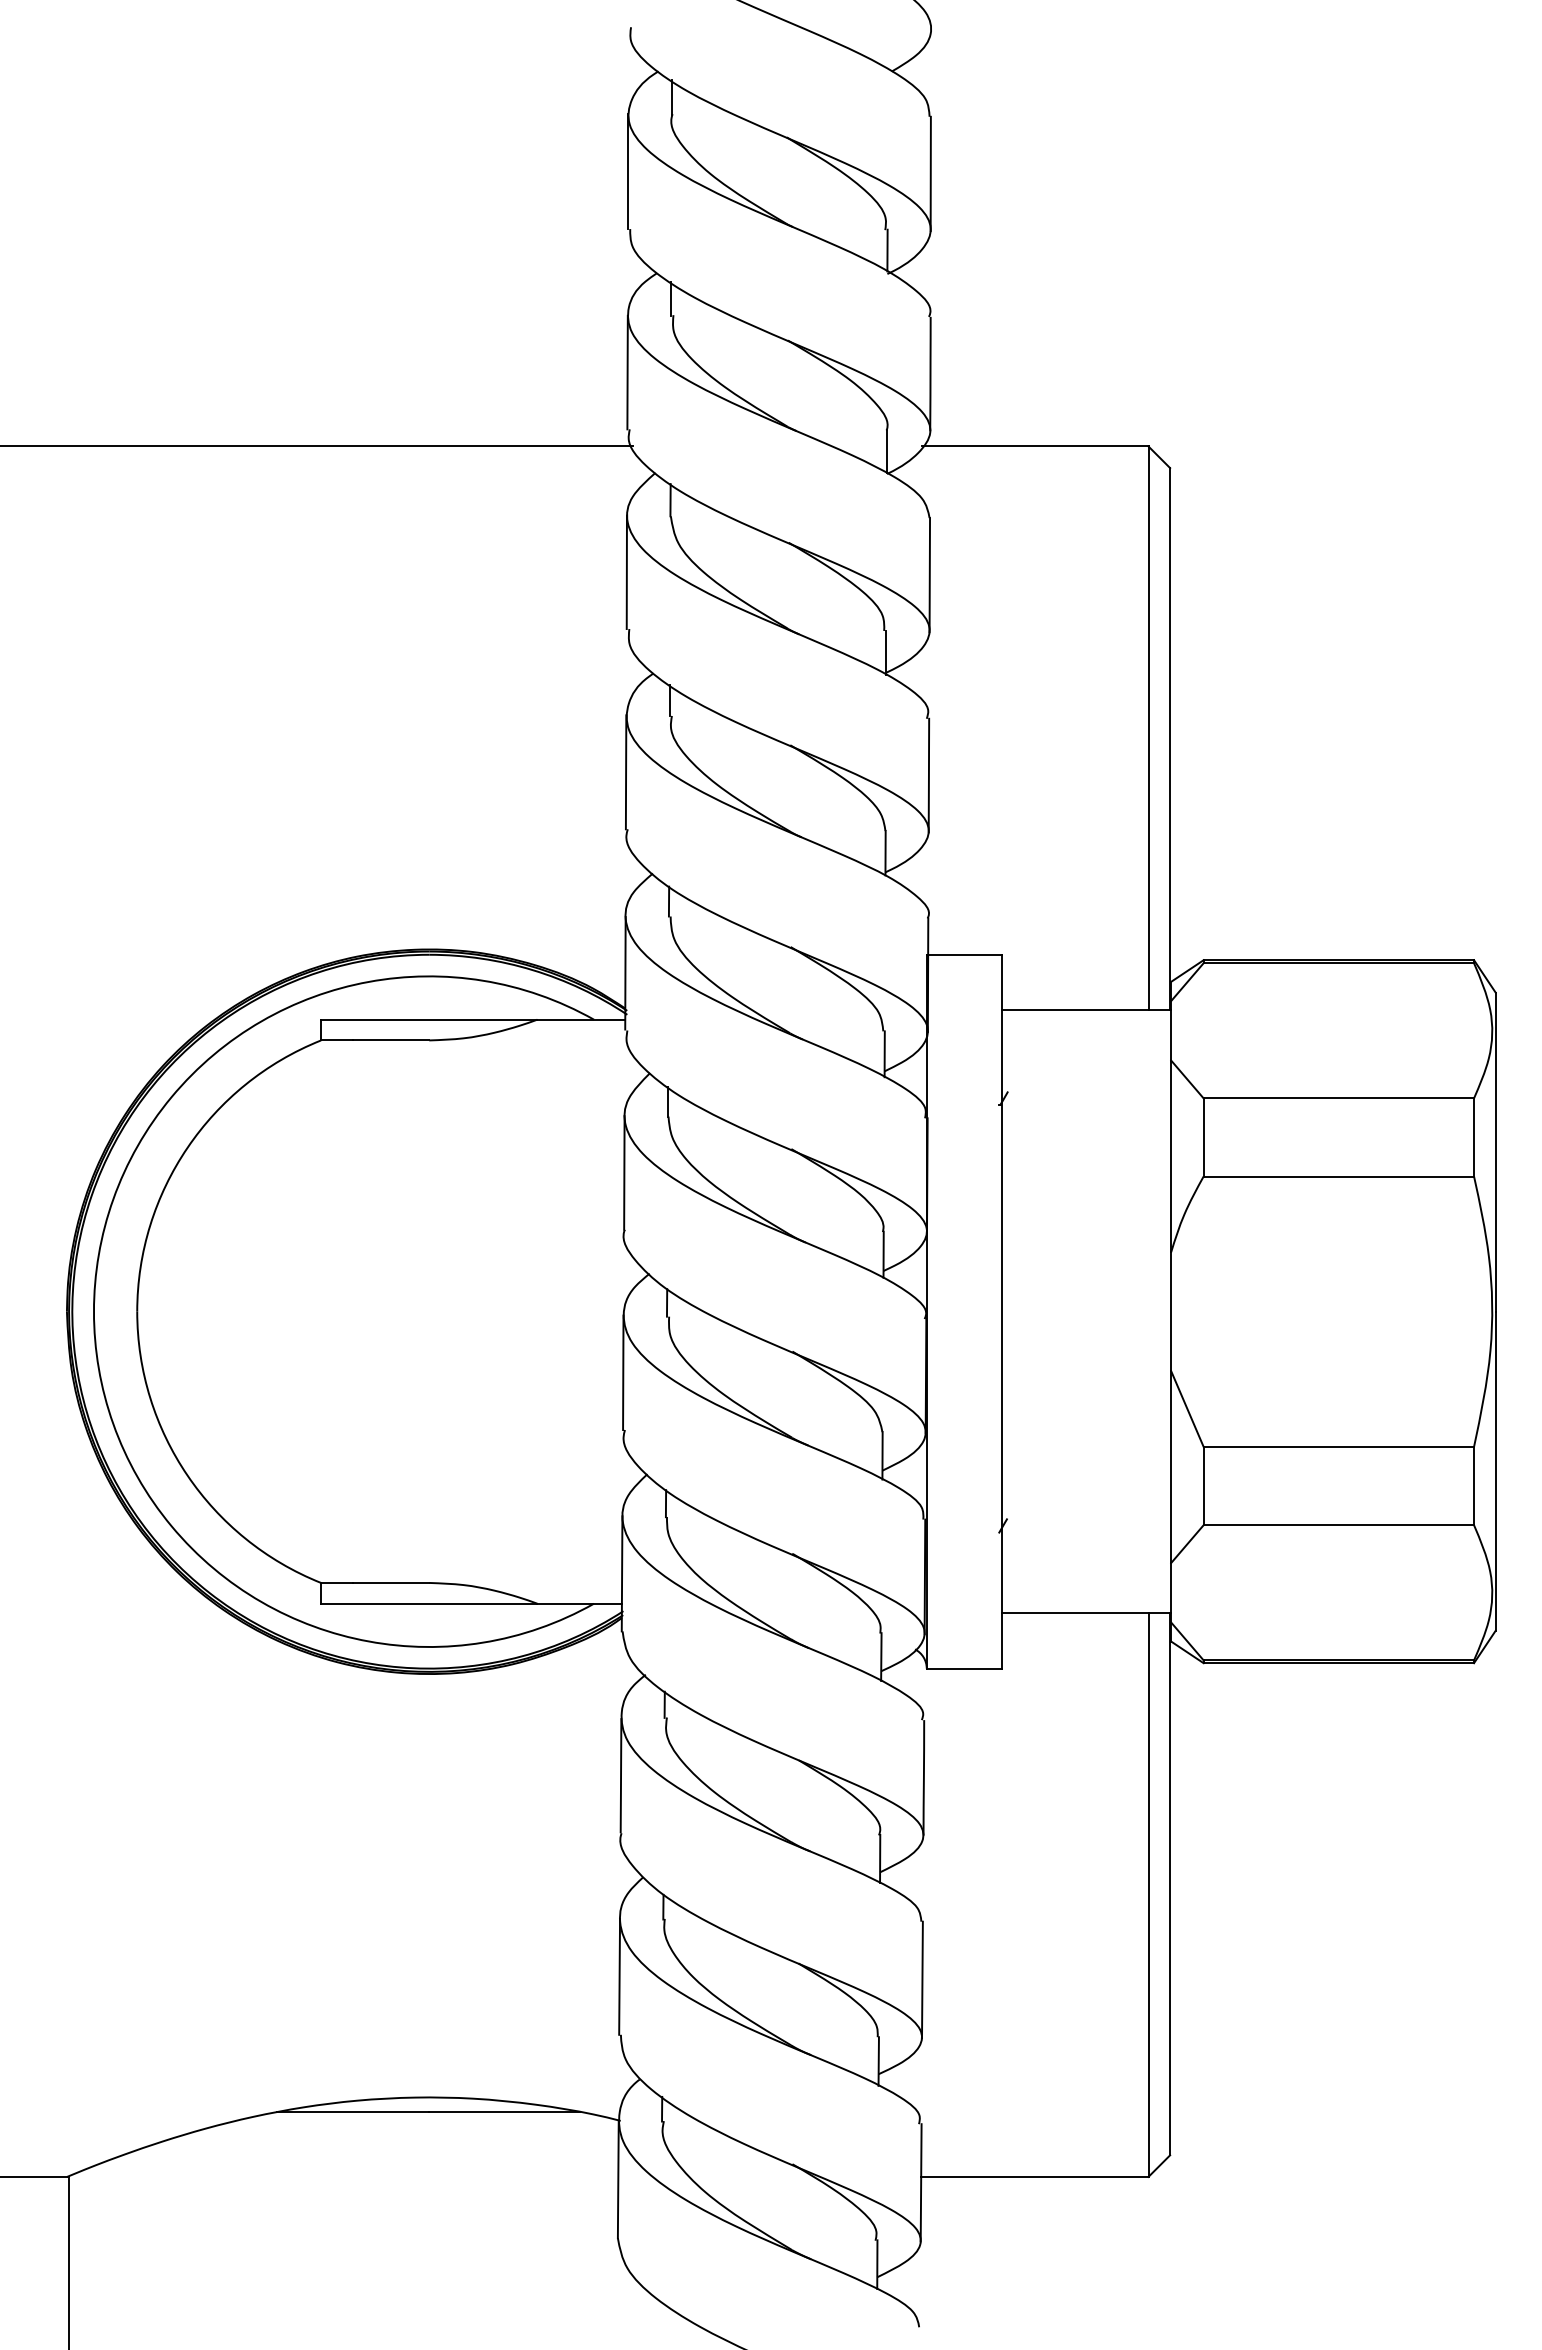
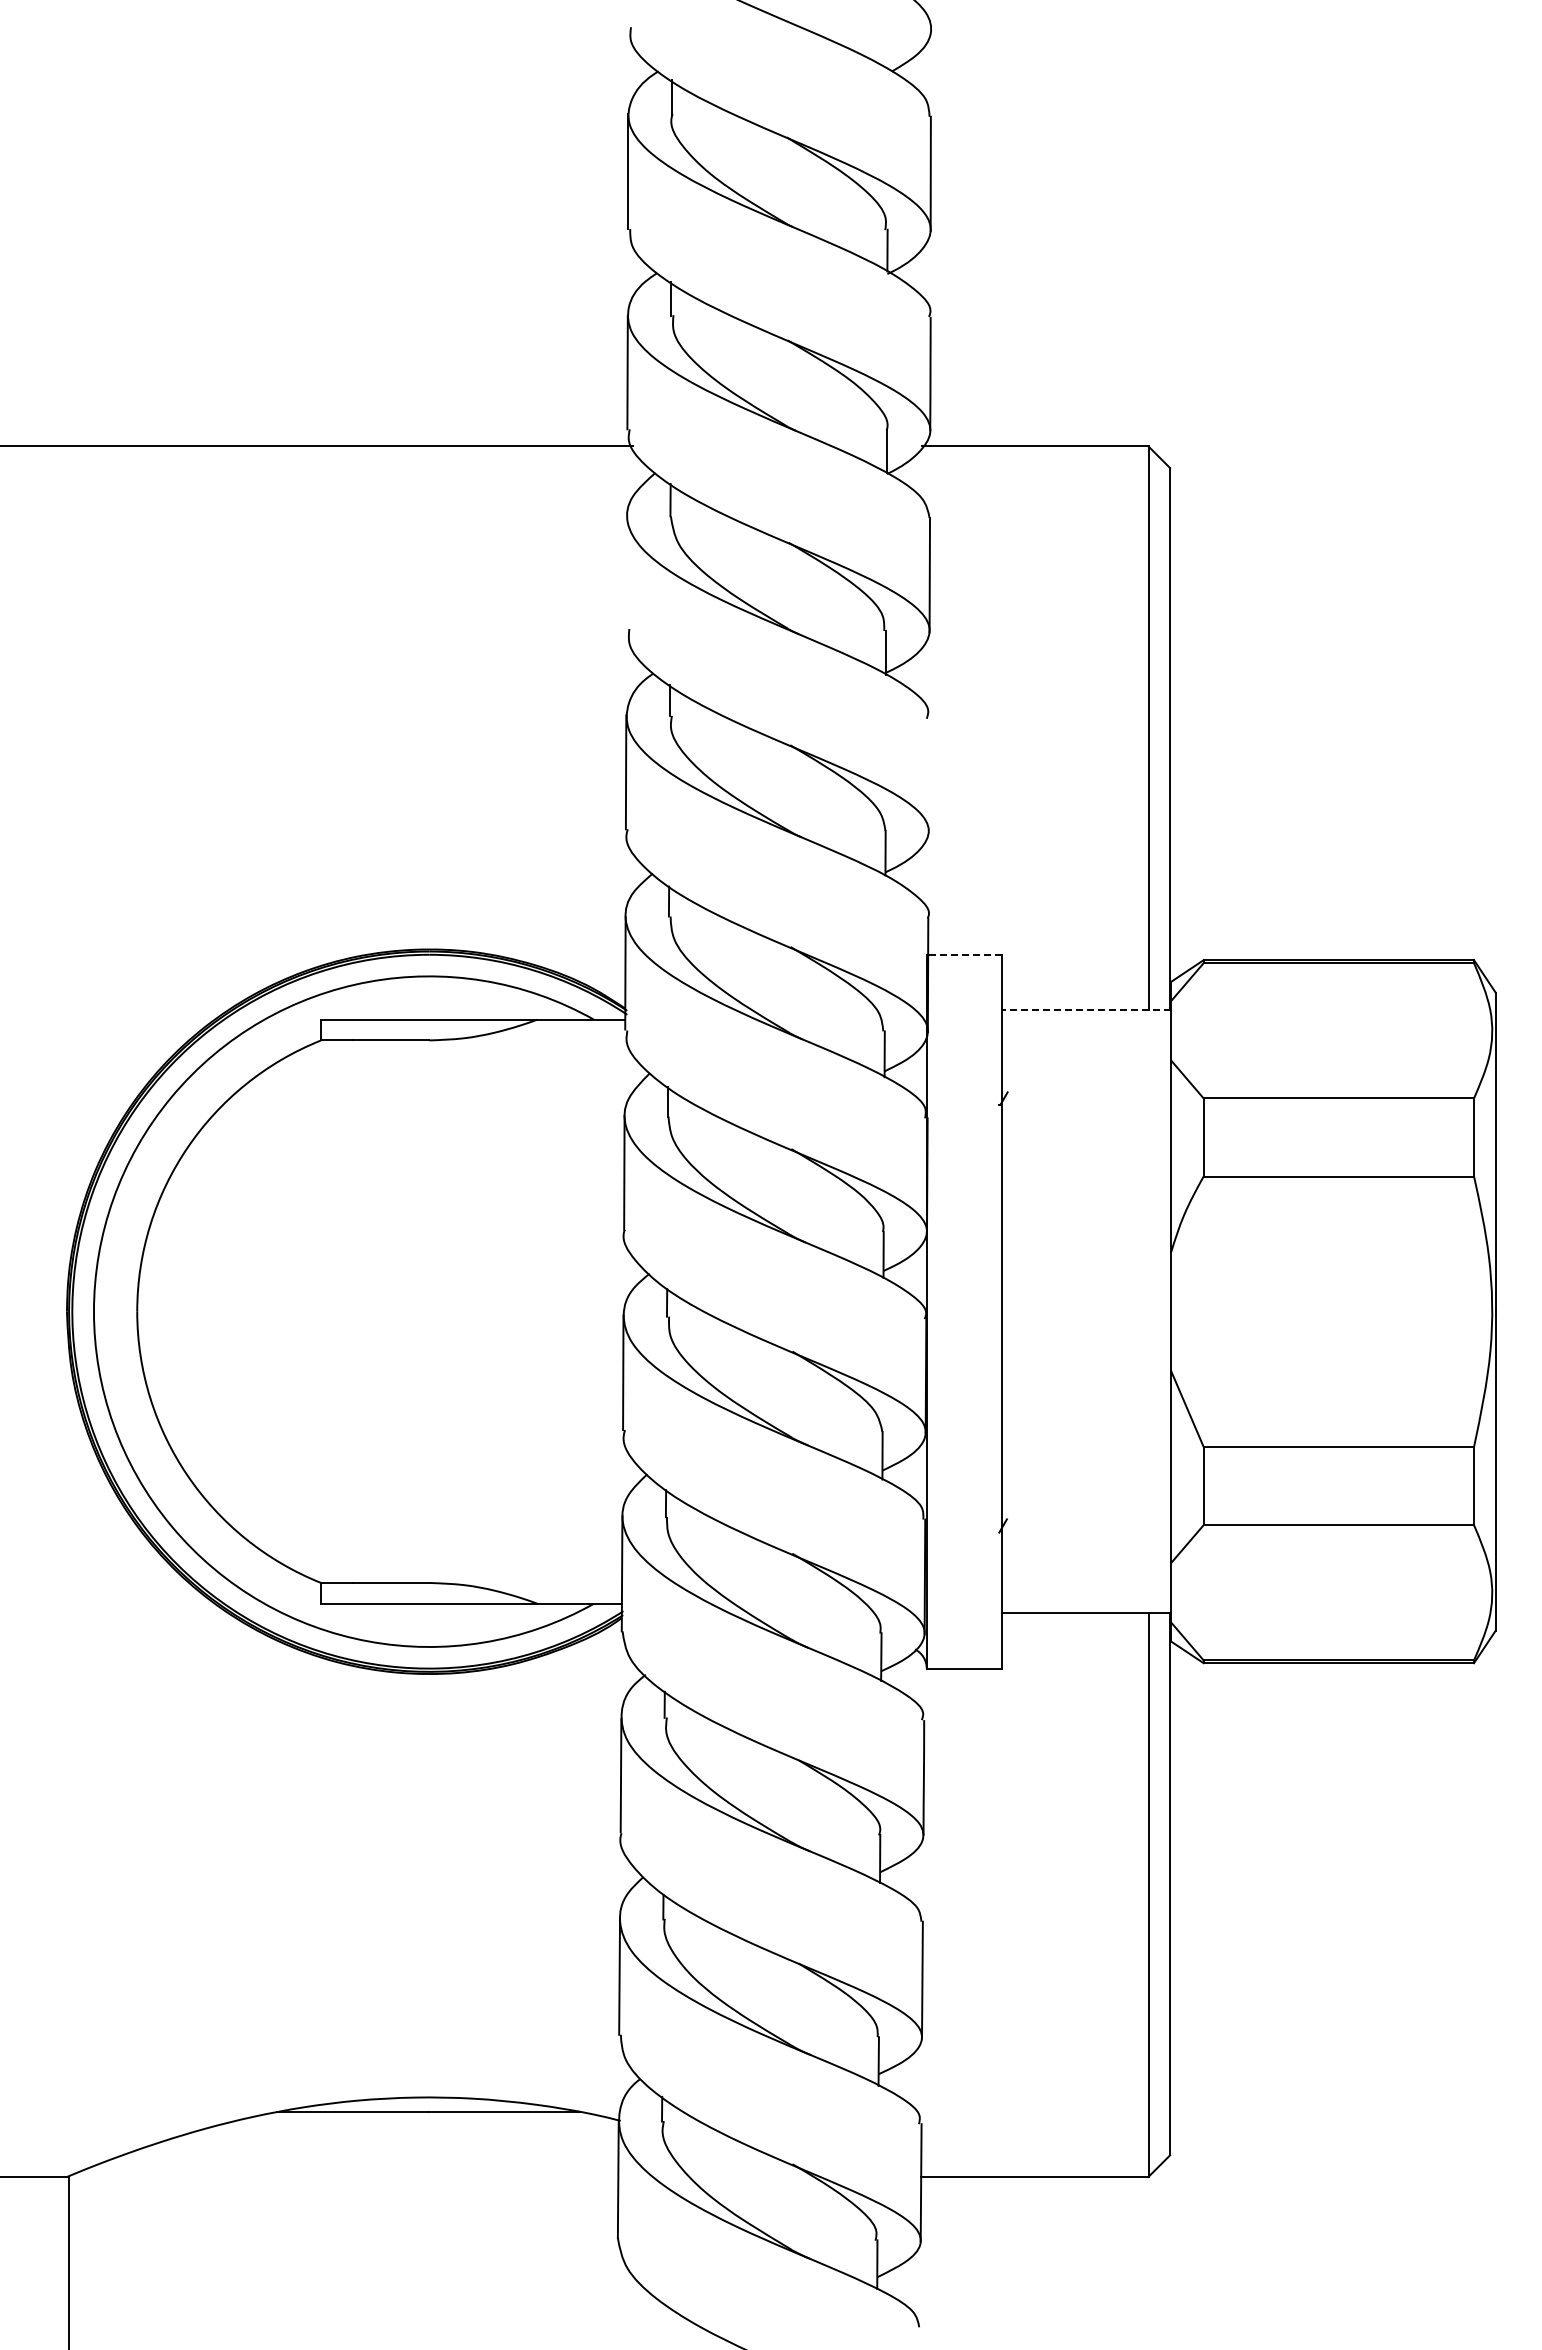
line at (626, 572): present -> none
line at (928, 775): present -> none
line at (964, 954): solid -> dashed
line at (1086, 1009): solid -> dashed
